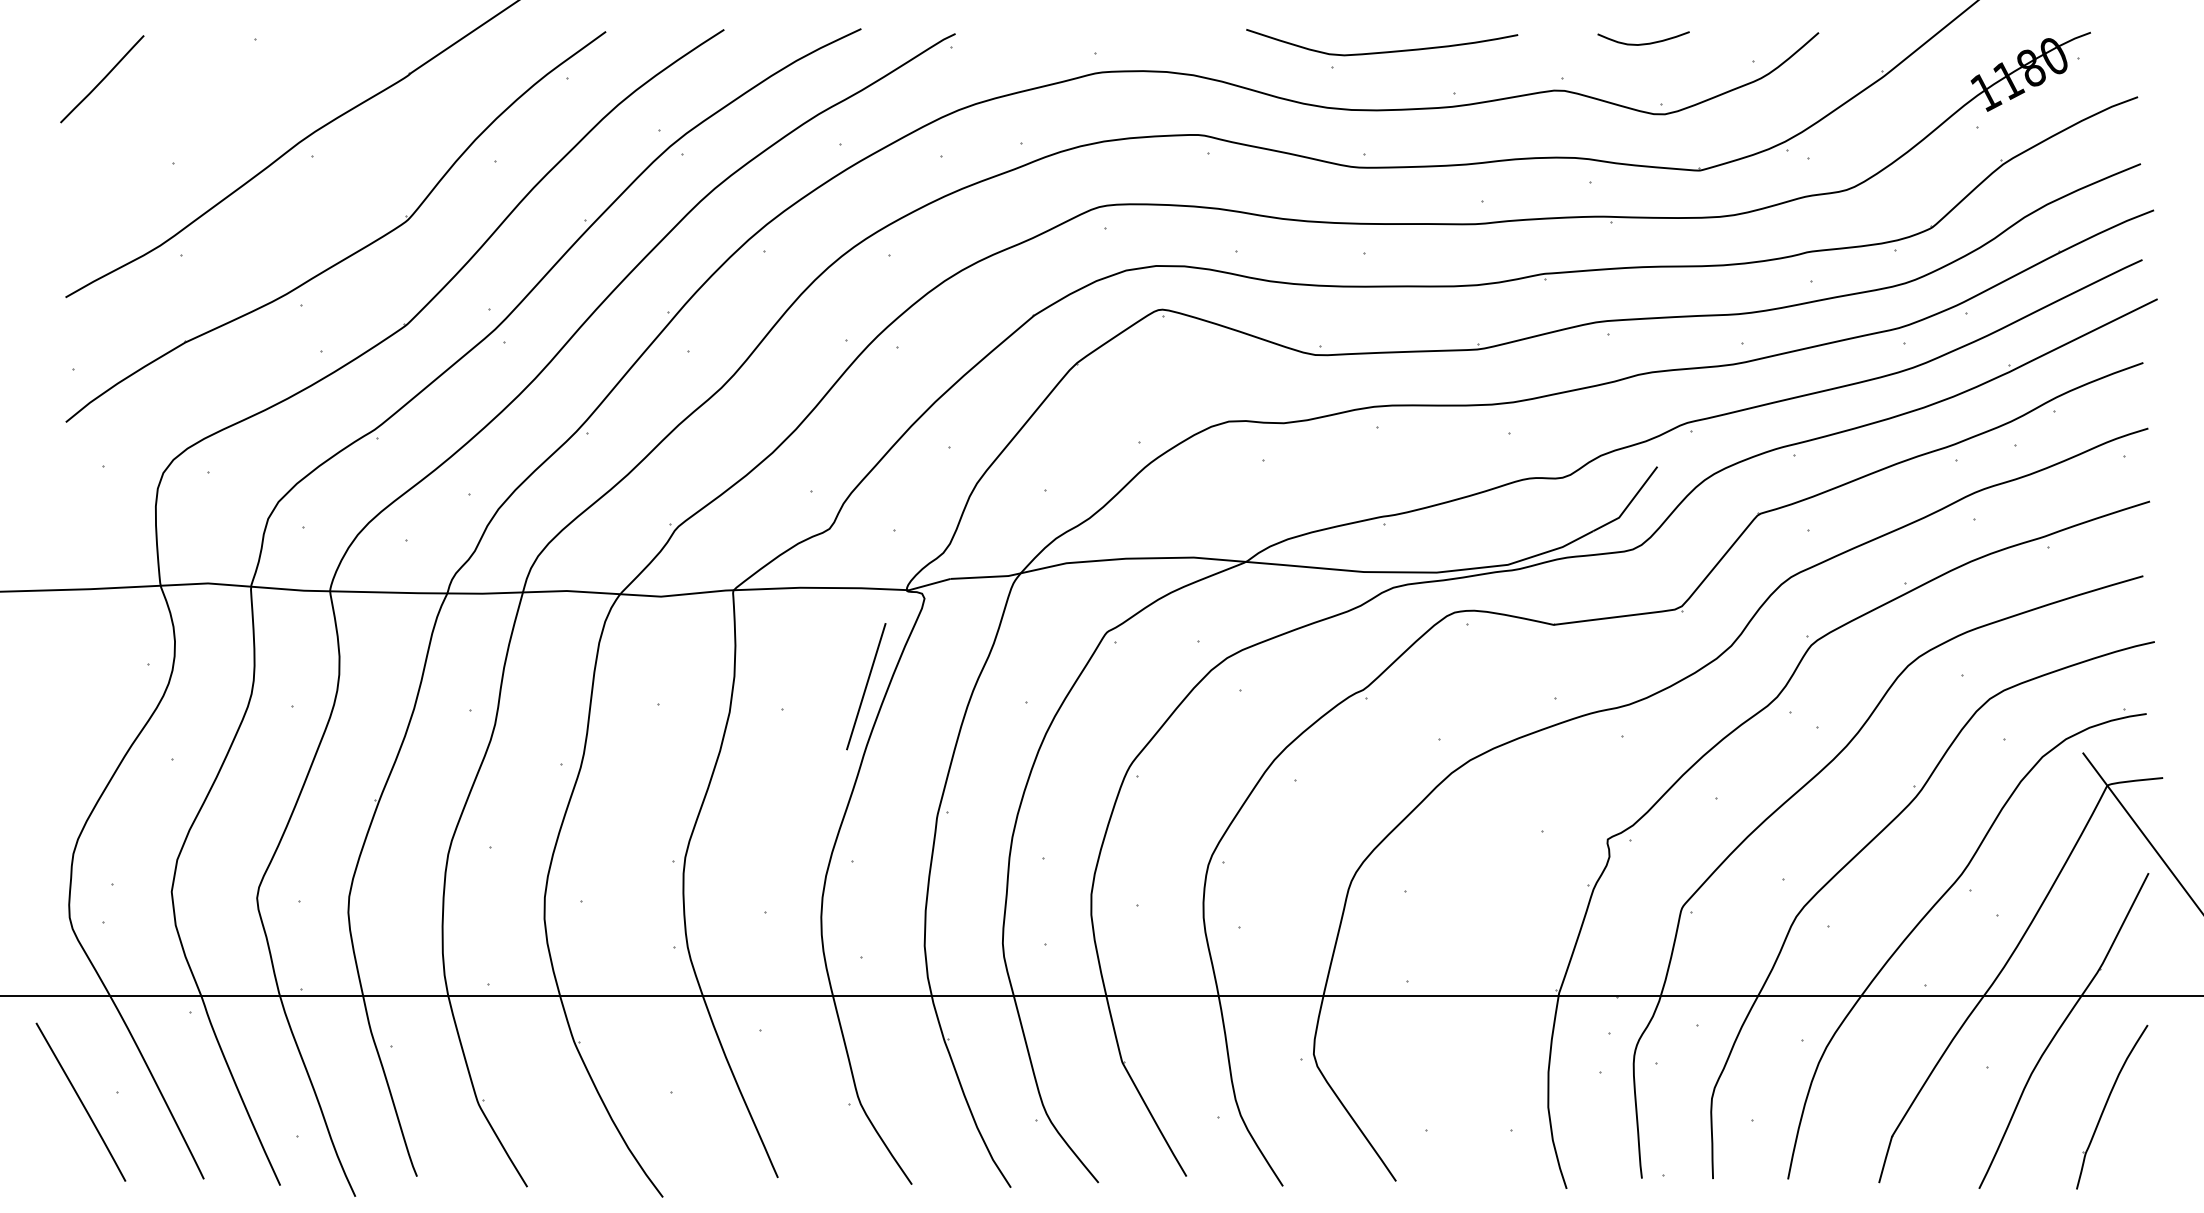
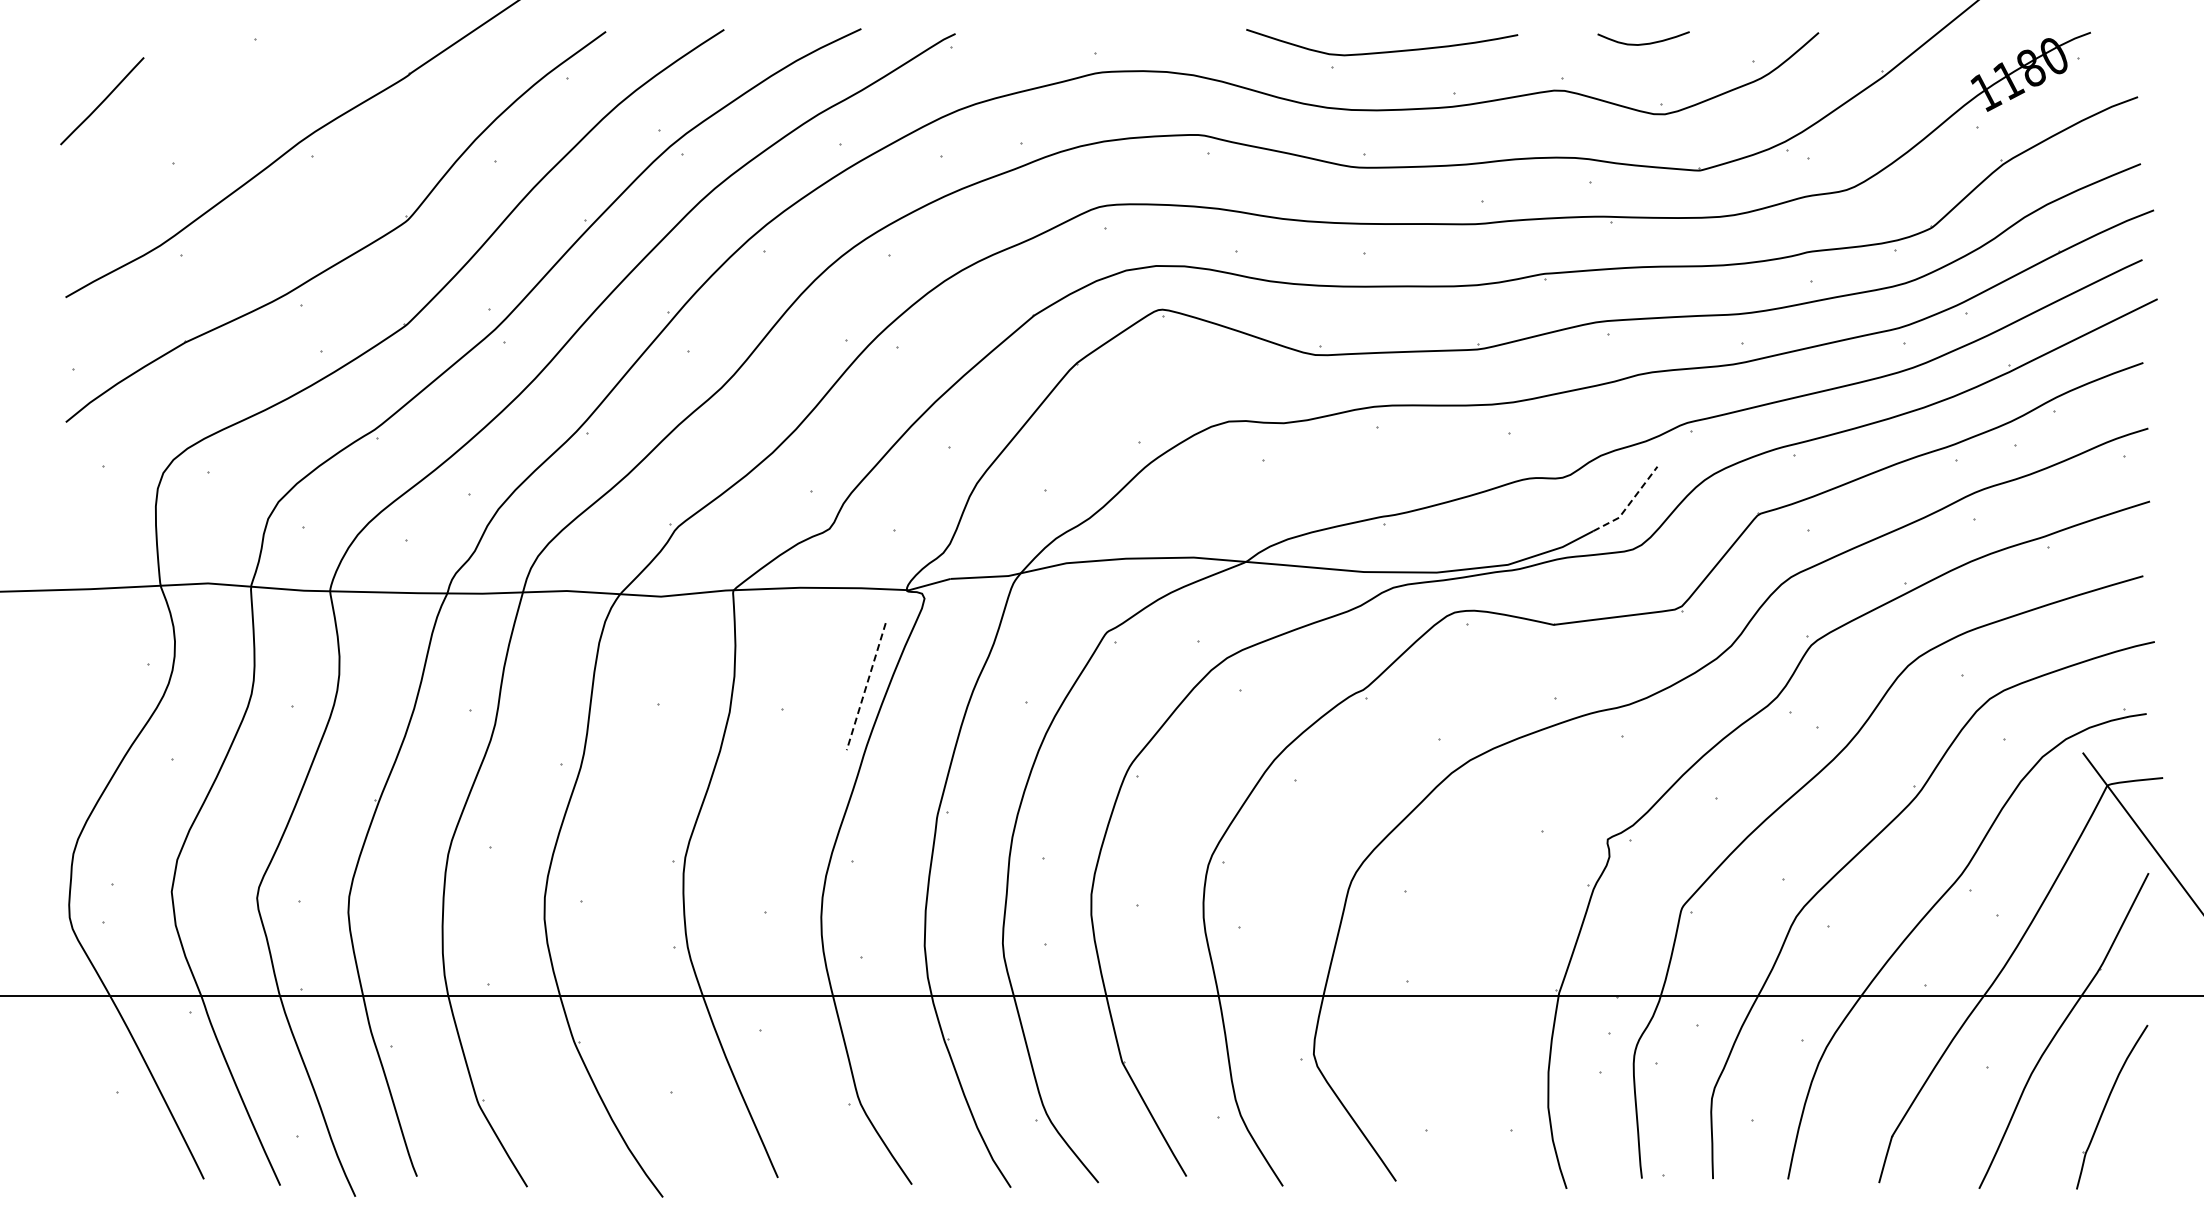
line at (102, 79) position: (102, 79) -> (102, 101)
line at (1629, 504): solid -> dashed
line at (866, 687): solid -> dashed
line at (80, 1101): present -> none
